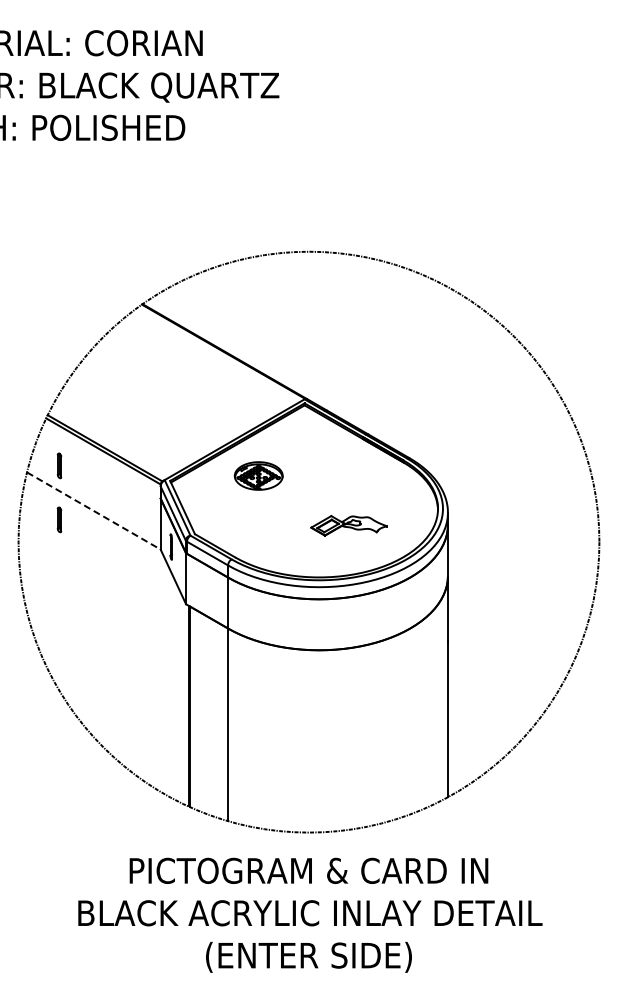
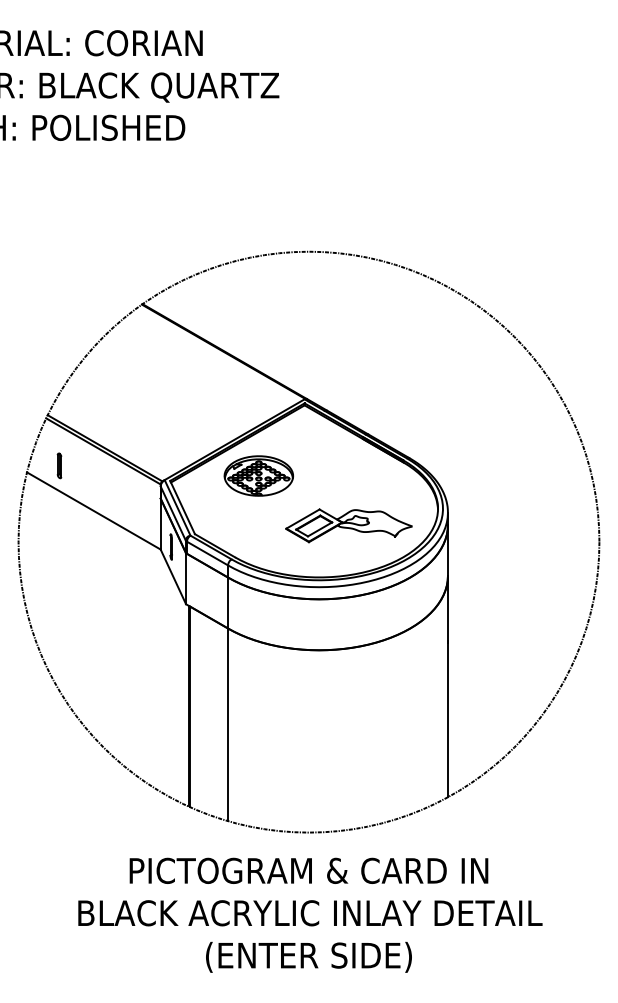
part at (258, 475) size: 51x30 px -> 71x42 px
line at (94, 511): dashed -> solid
part at (59, 519): present -> none
part at (348, 525) size: 78x22 px -> 128x36 px
